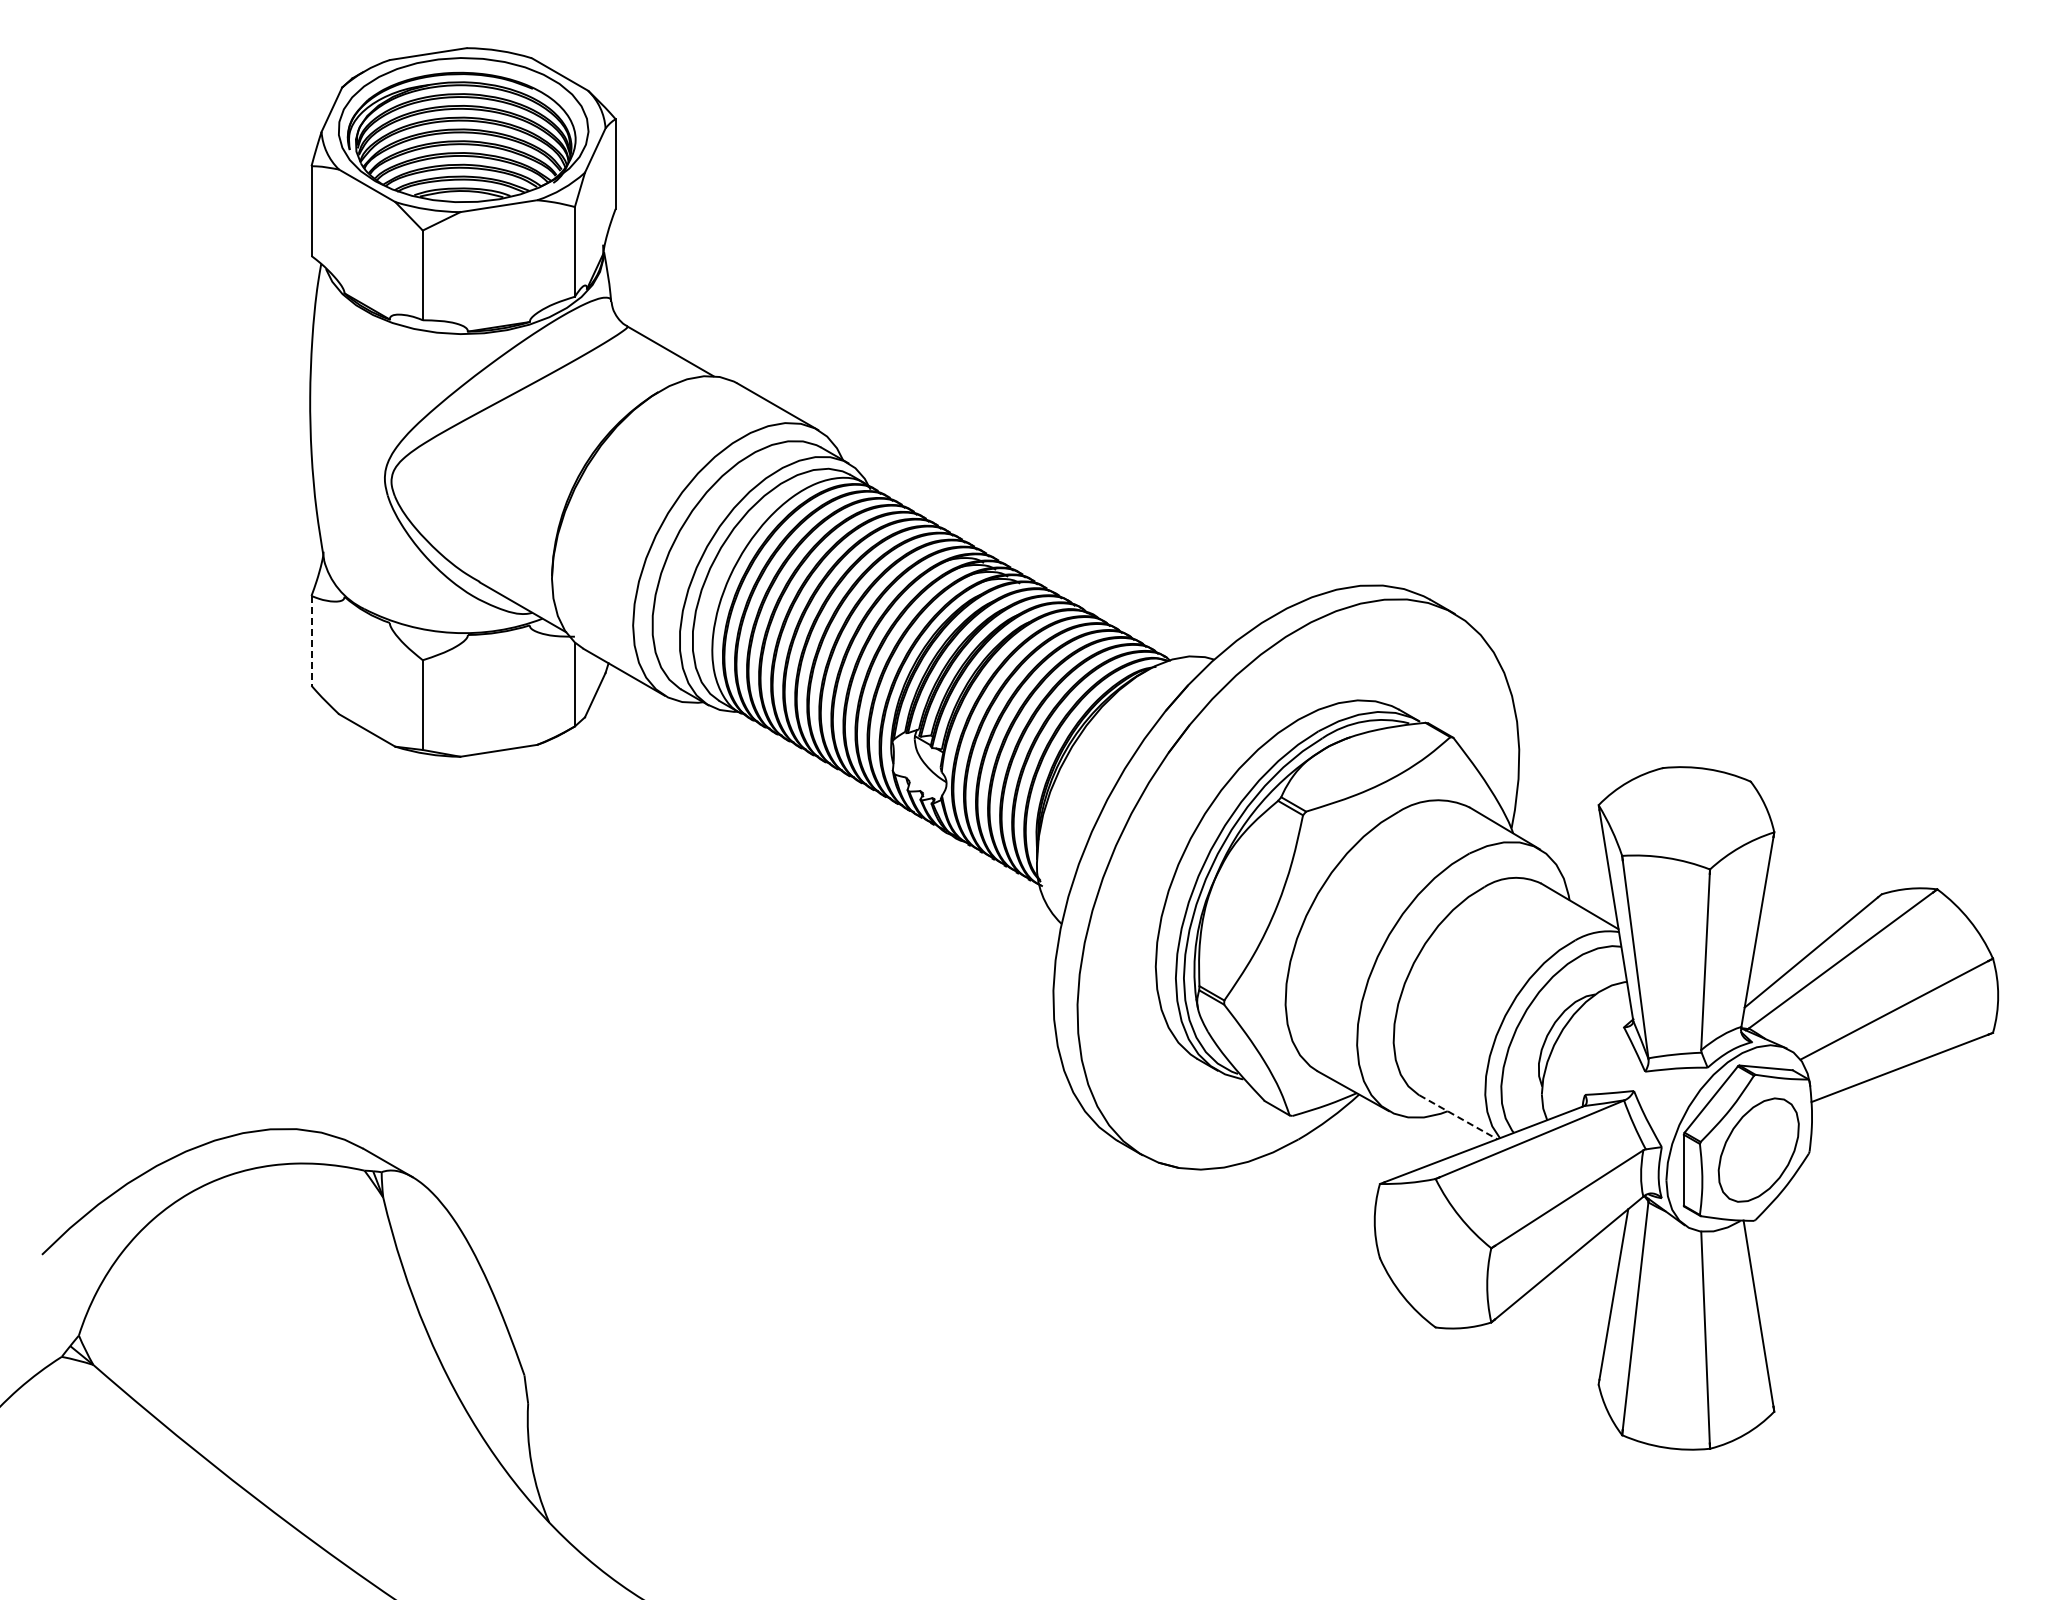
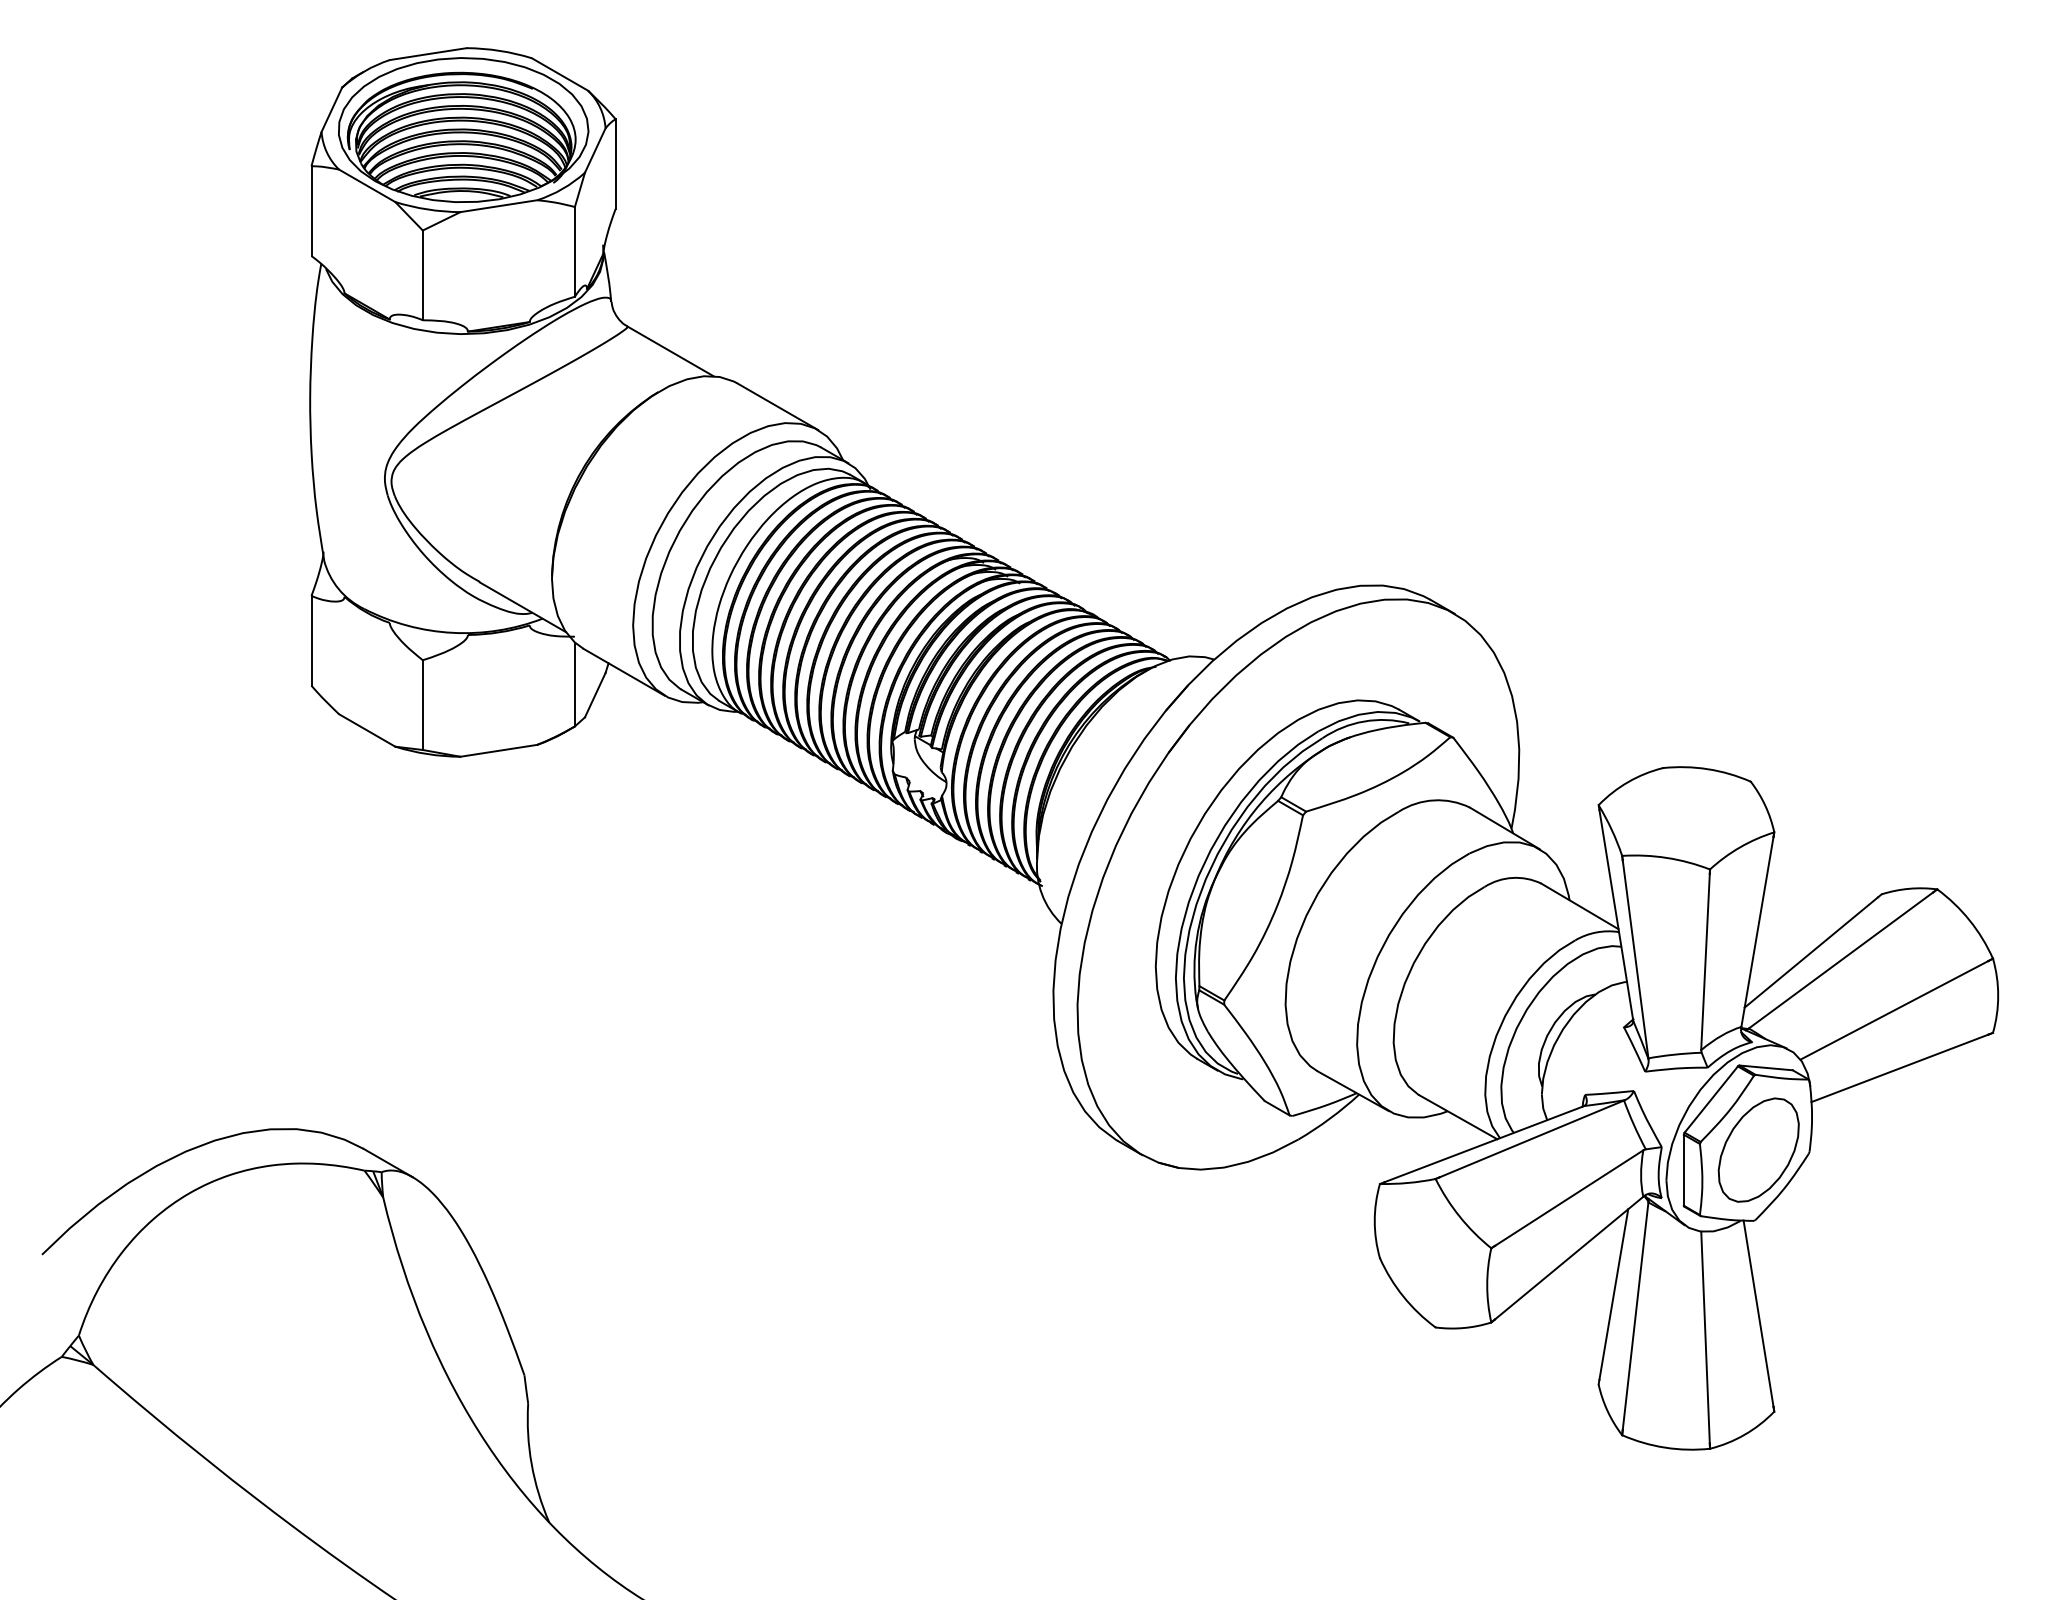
line at (311, 640): dashed -> solid
line at (1458, 1117): dashed -> solid
